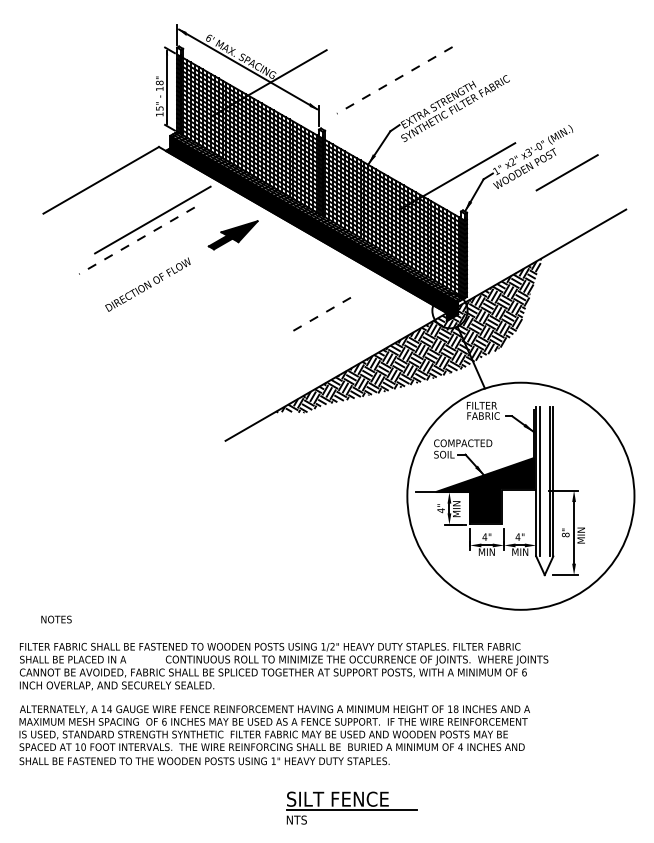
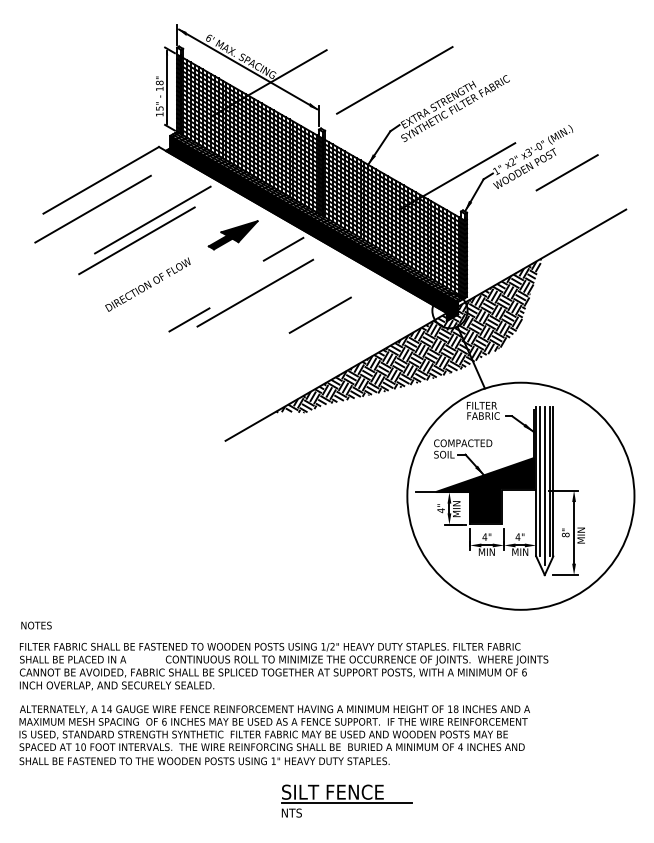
line at (394, 80): dashed -> solid
line at (92, 208): none -> present
line at (136, 240): dashed -> solid
line at (283, 248): none -> present
line at (255, 292): none -> present
line at (319, 315): dashed -> solid
line at (189, 319): none -> present
line at (544, 485): none -> present
text at (56, 619) position: (56, 619) -> (36, 625)
part at (351, 807) position: (351, 807) -> (346, 800)
